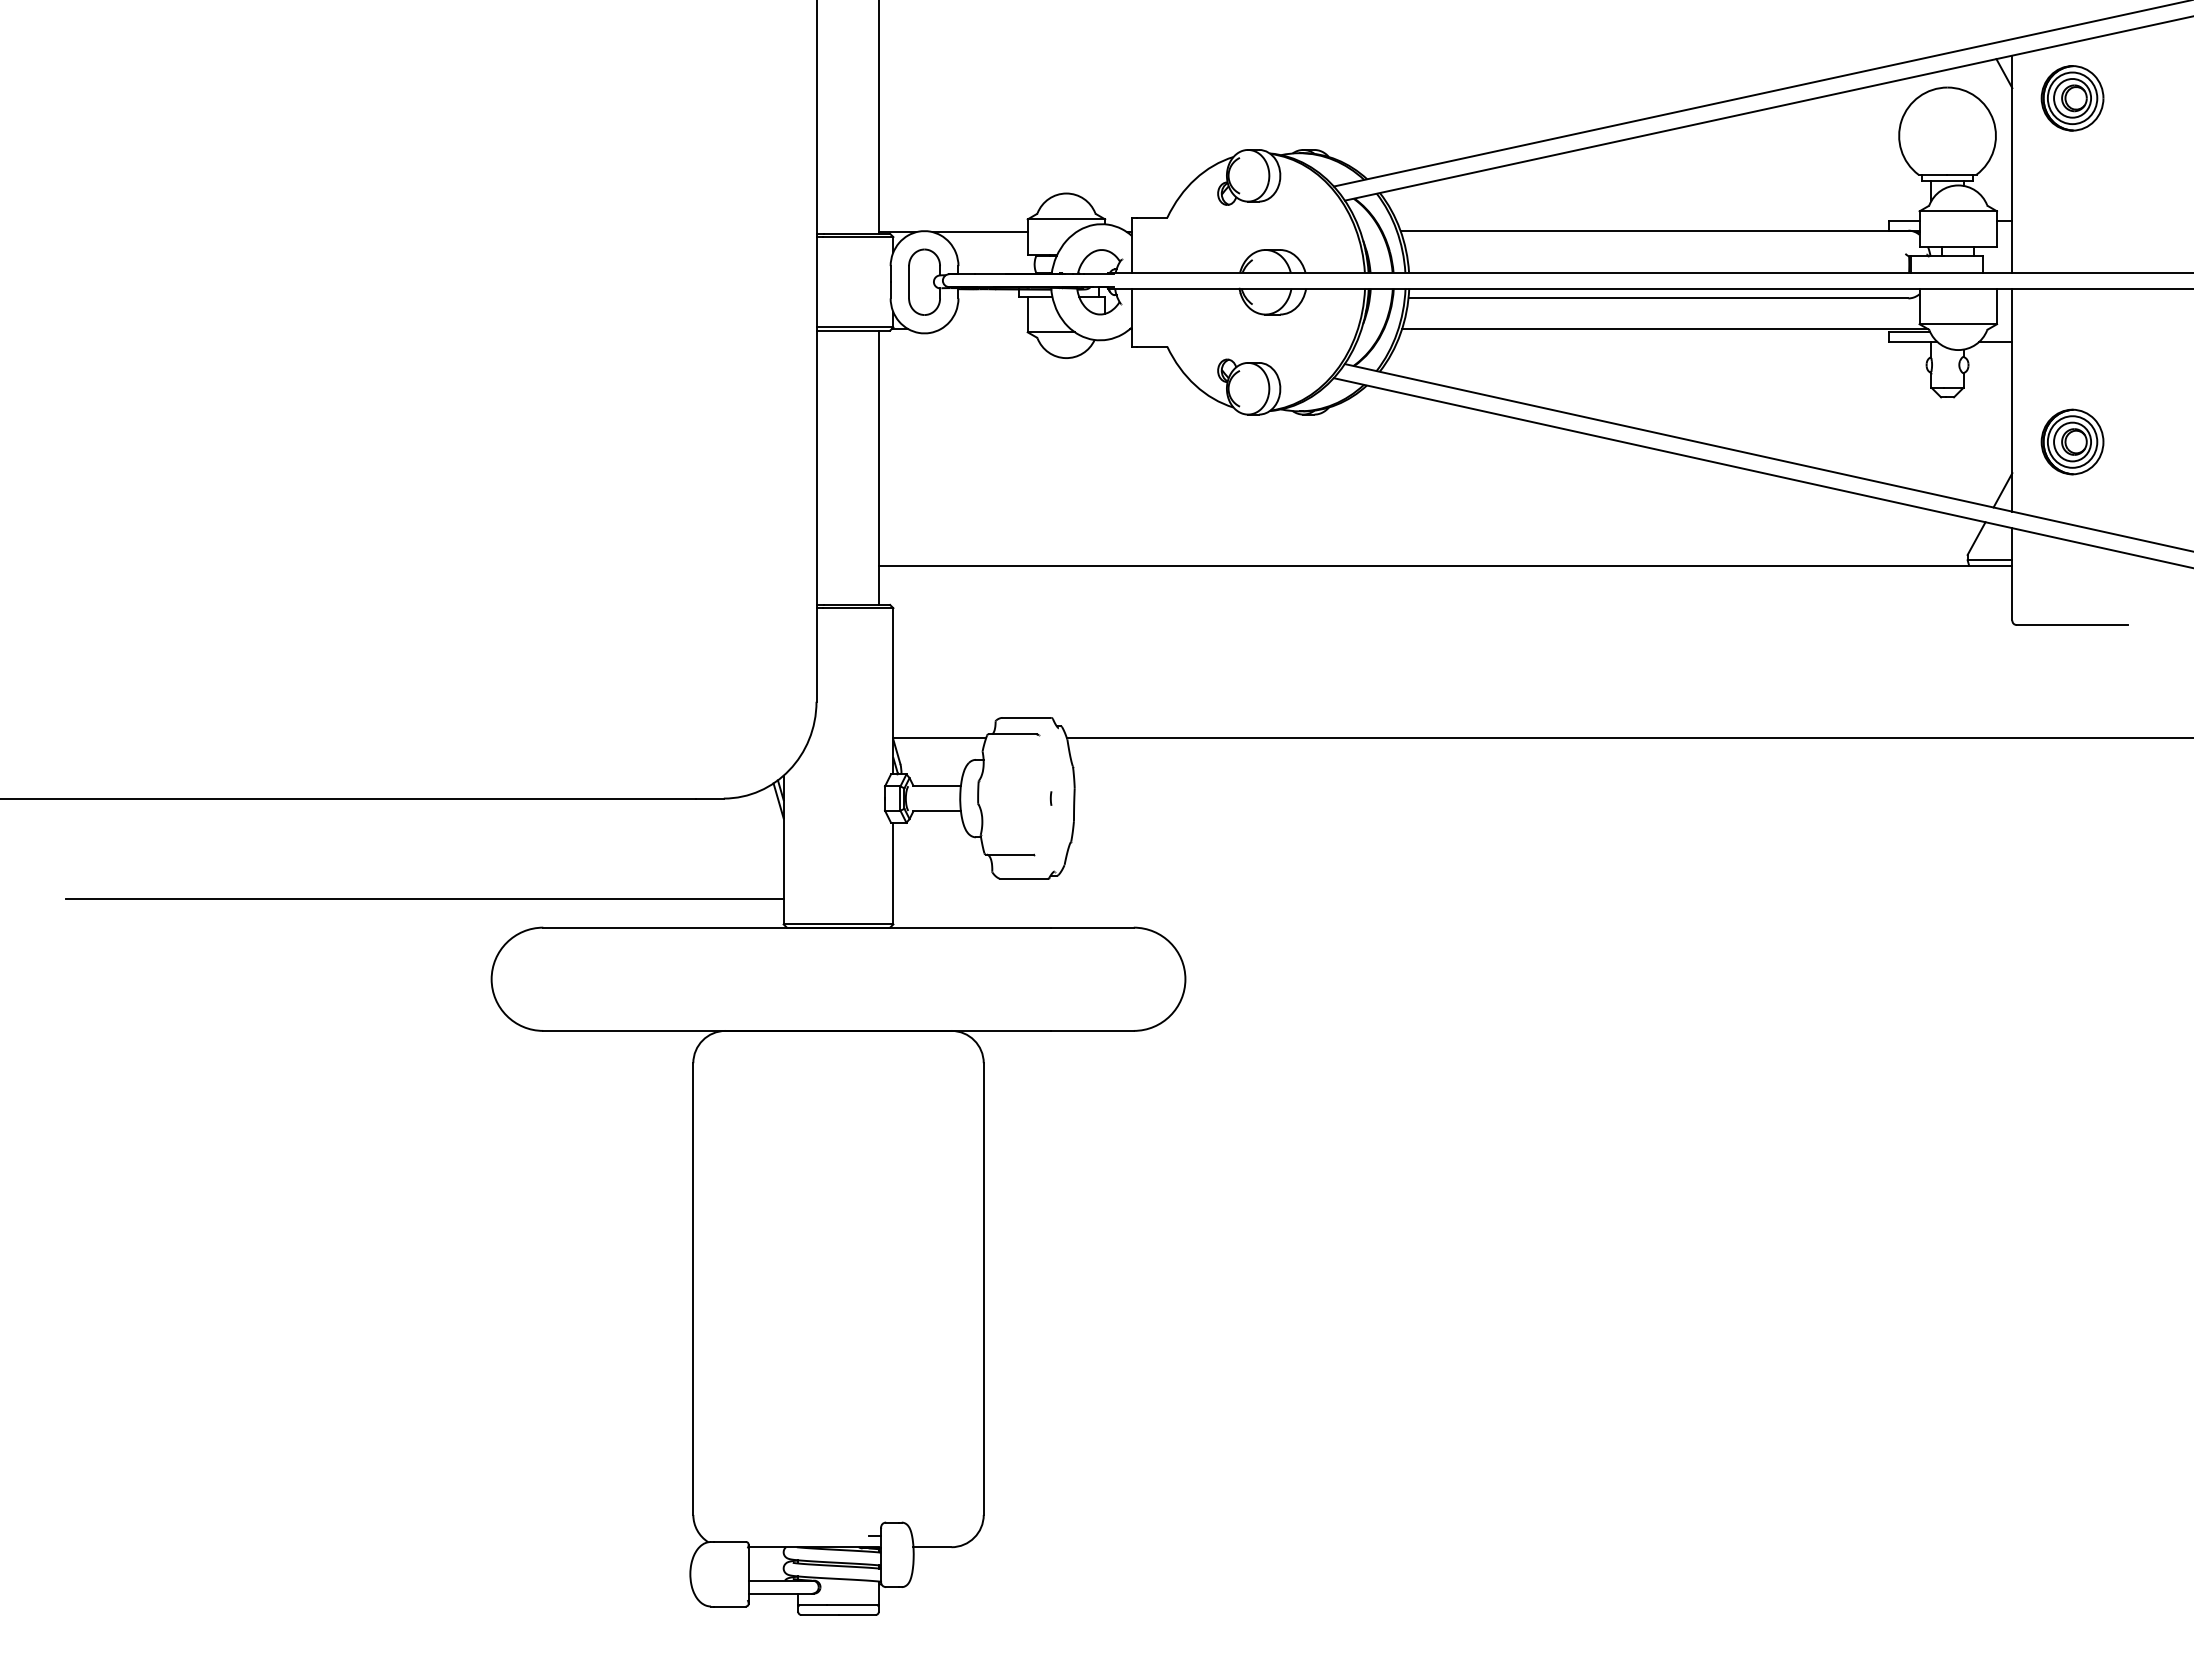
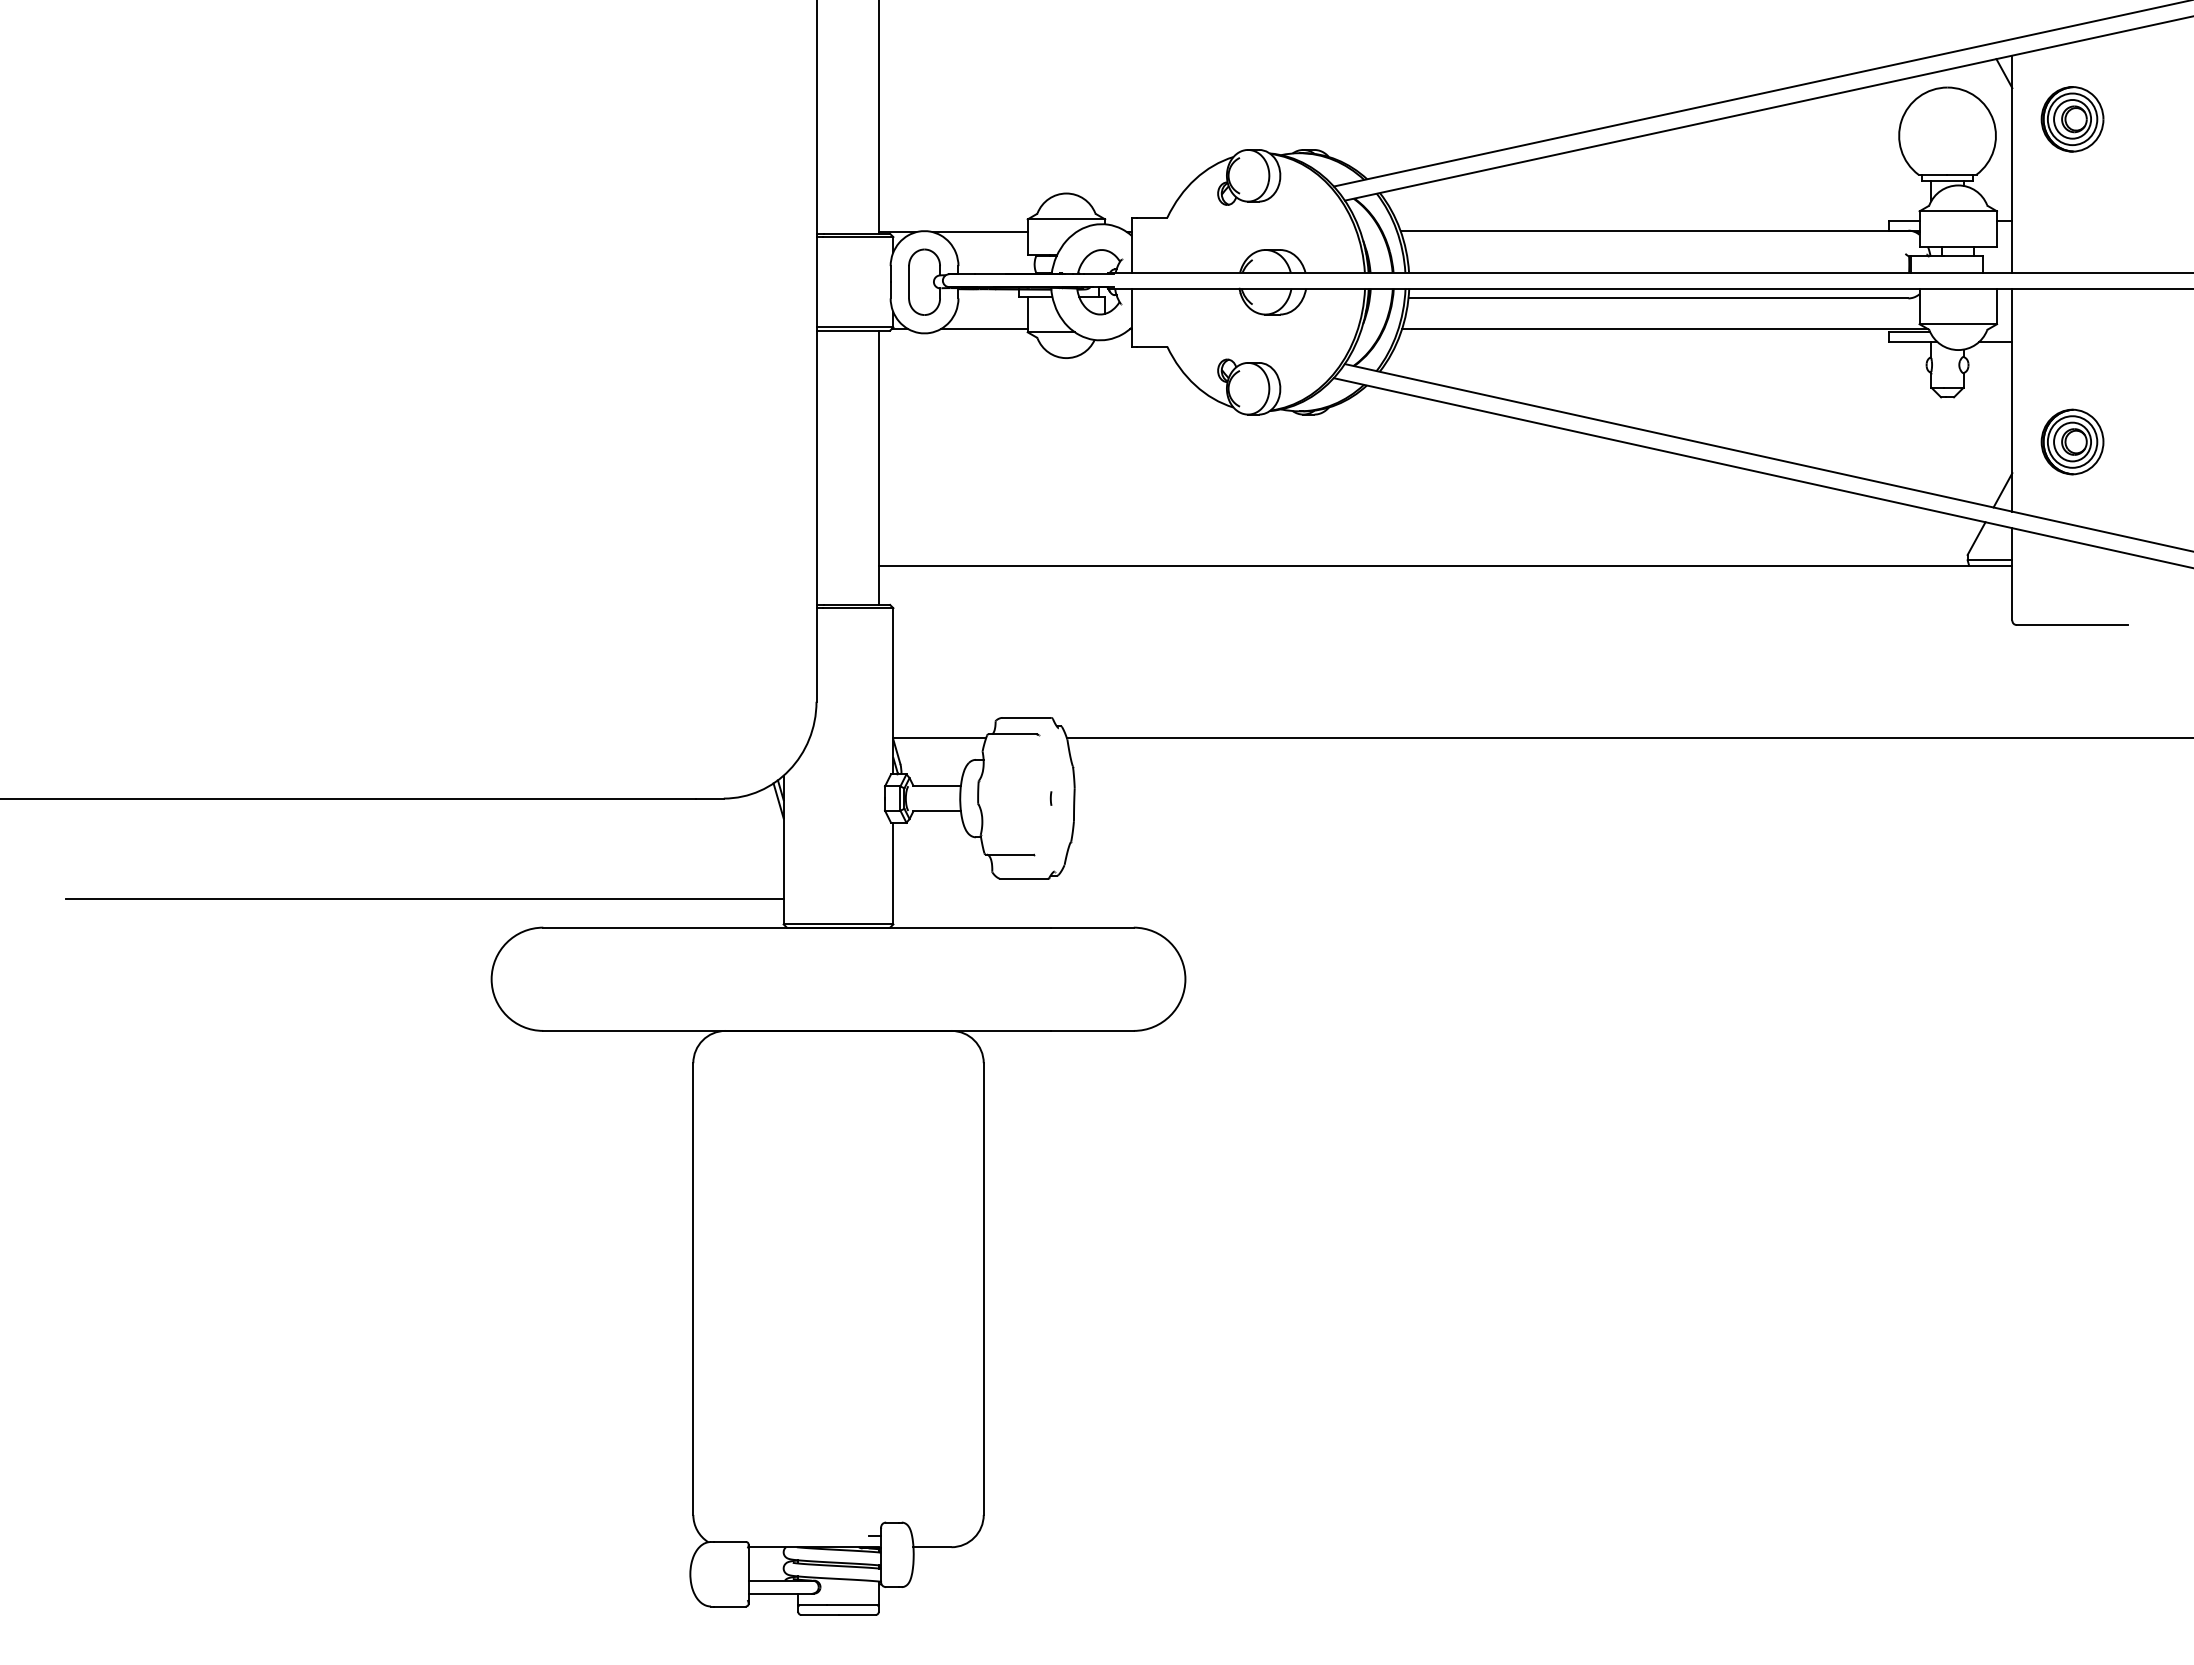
part at (2072, 98) position: (2072, 98) -> (2072, 119)
line at (983, 329): none -> present
